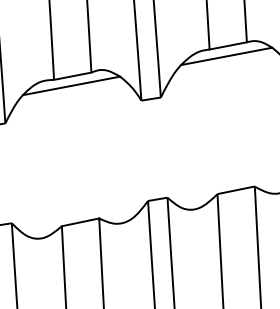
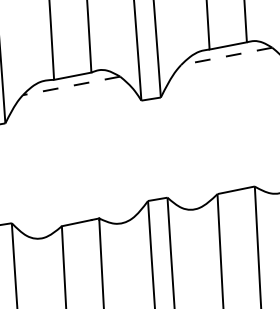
line at (226, 56): solid -> dashed
line at (71, 85): solid -> dashed
